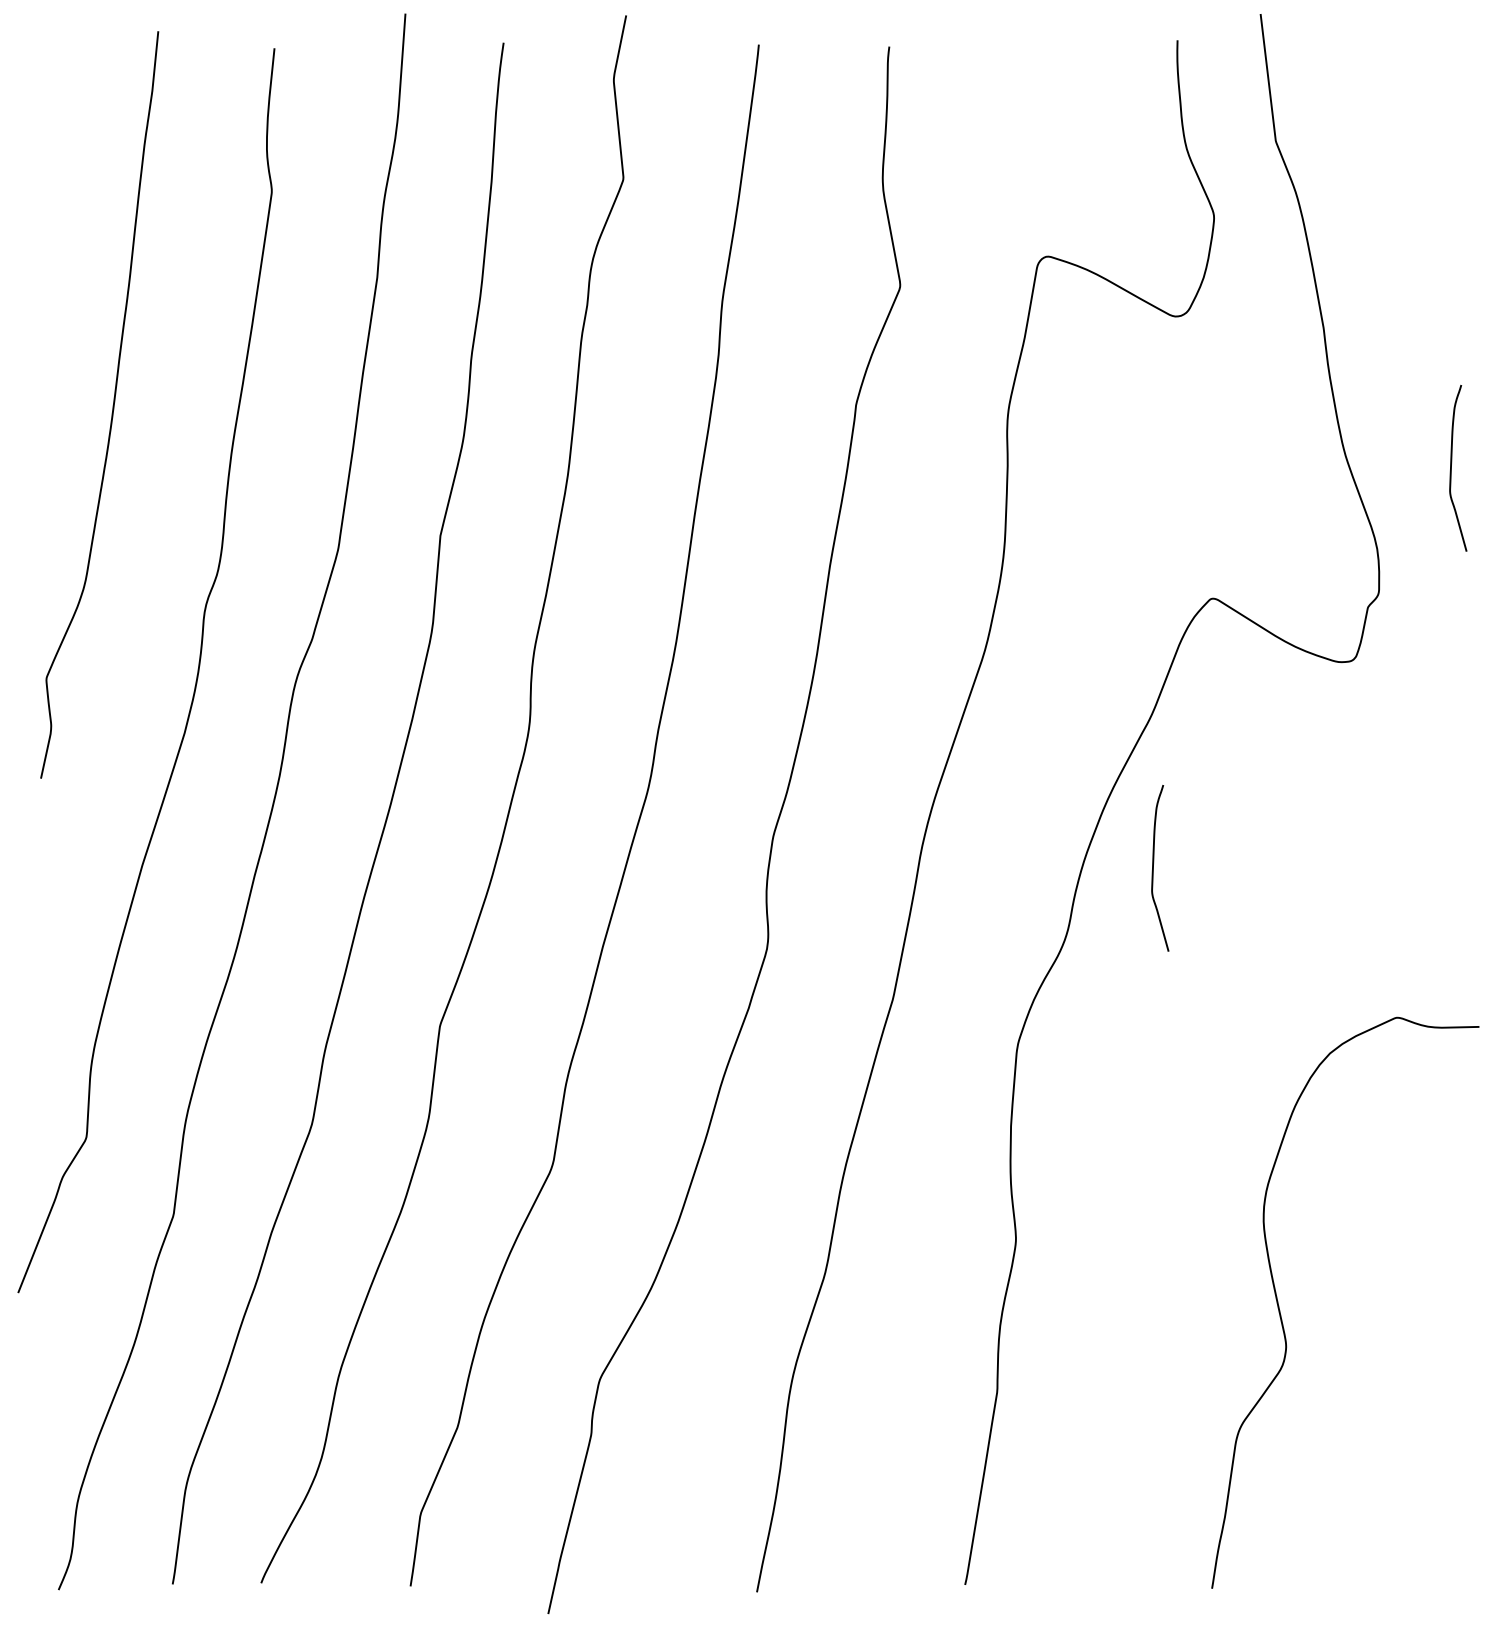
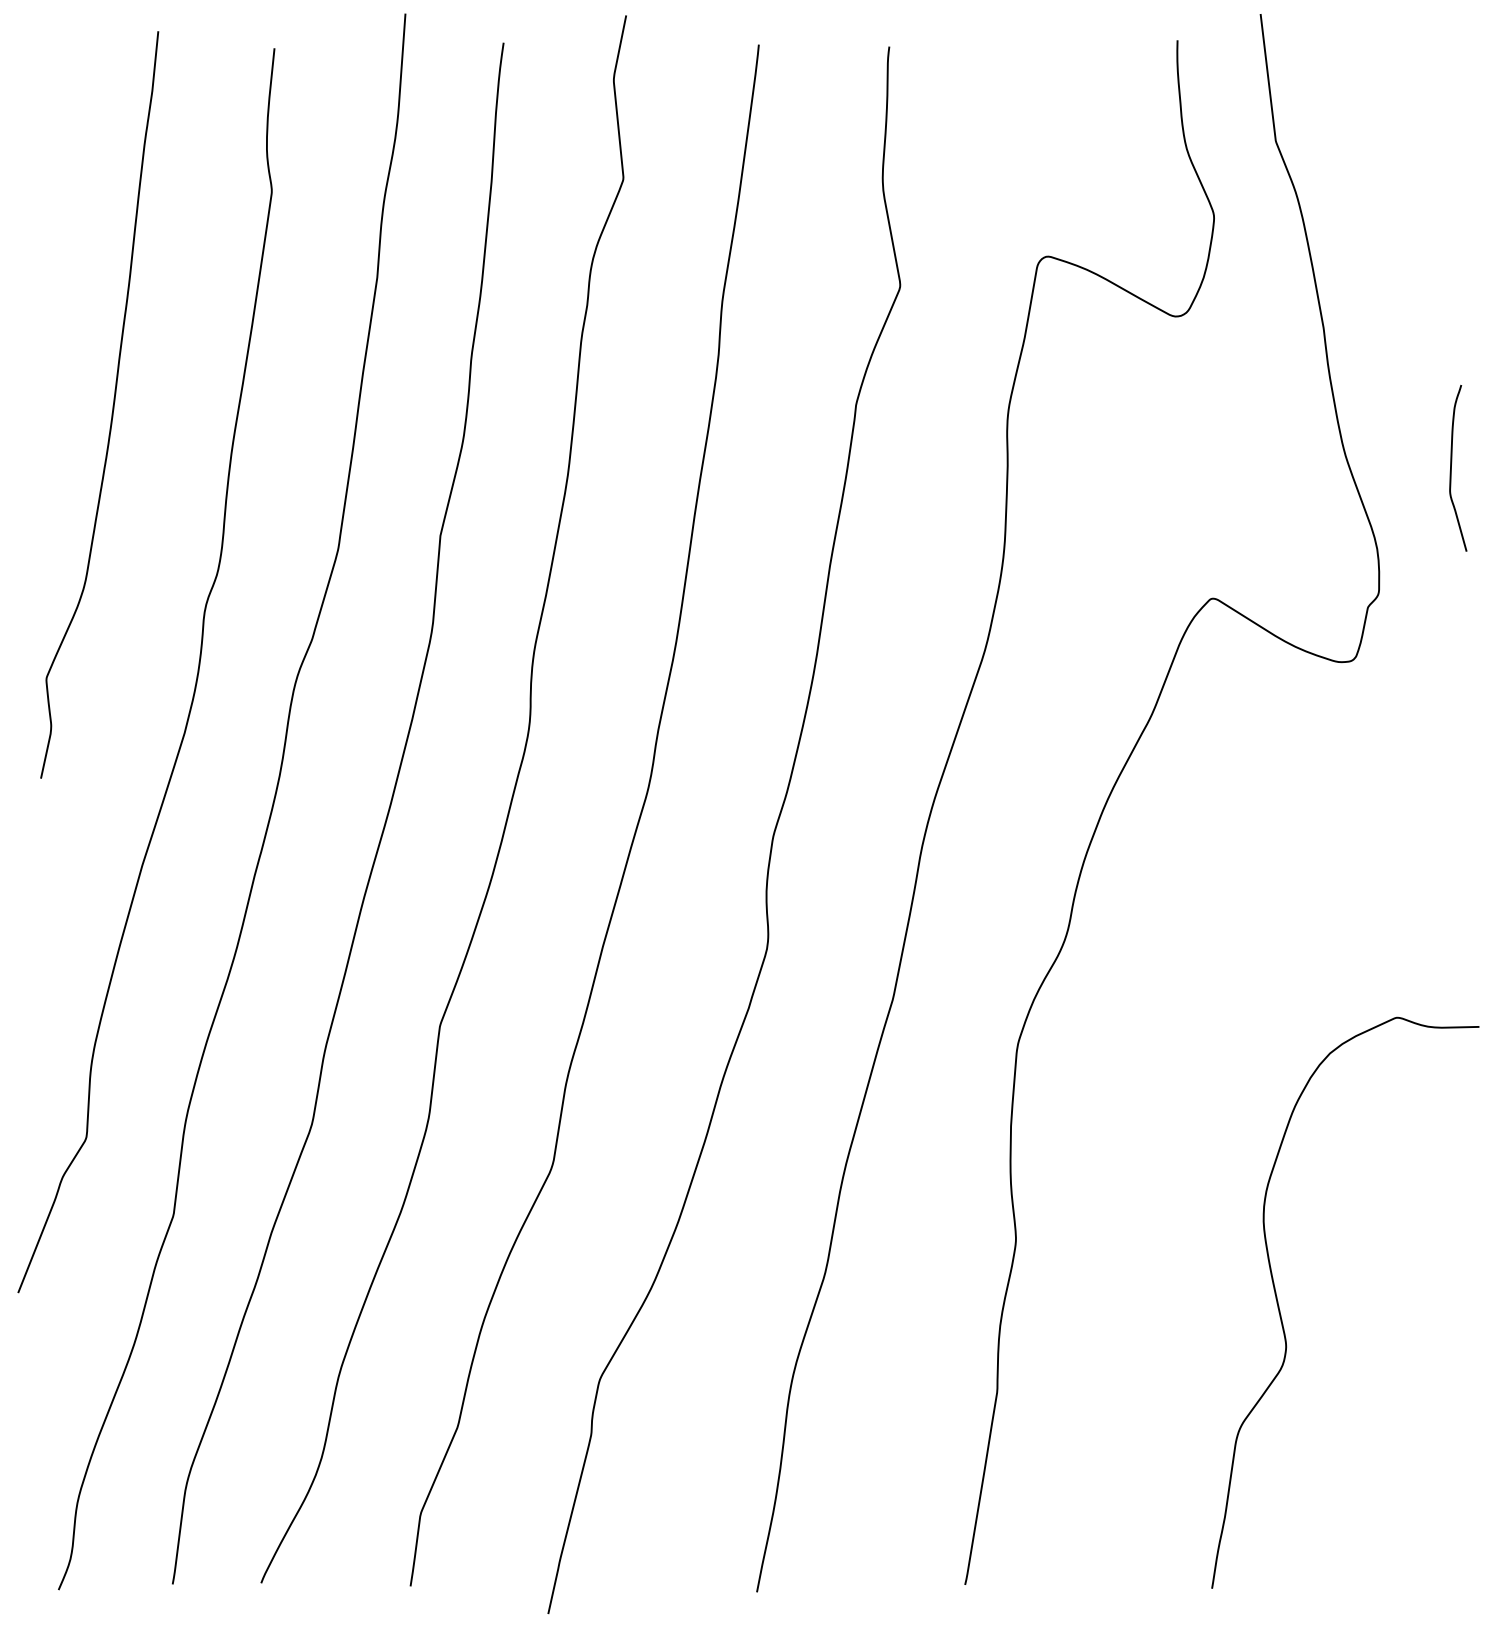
curve at (1153, 868): present -> none
